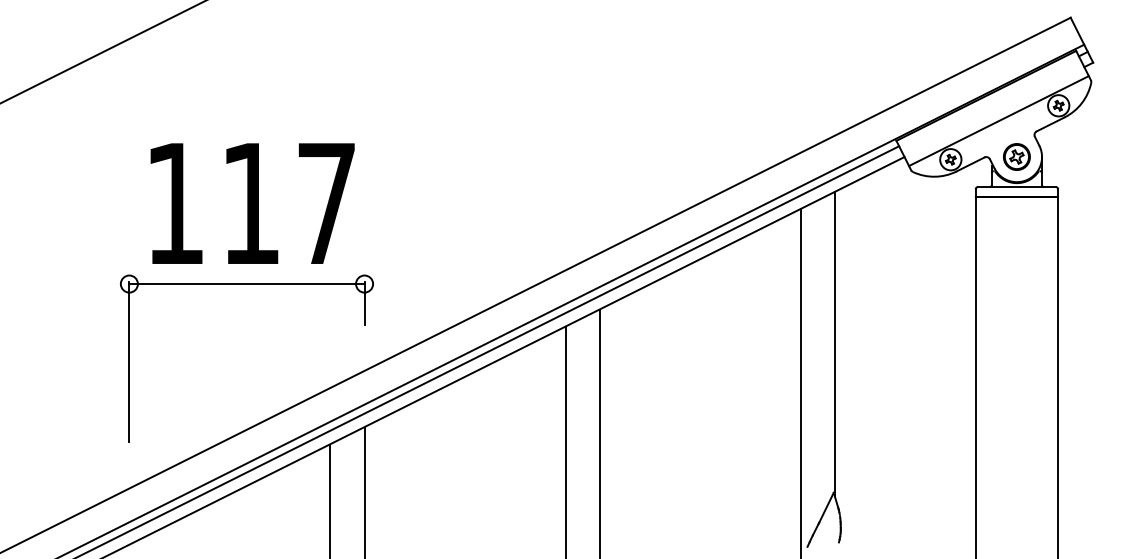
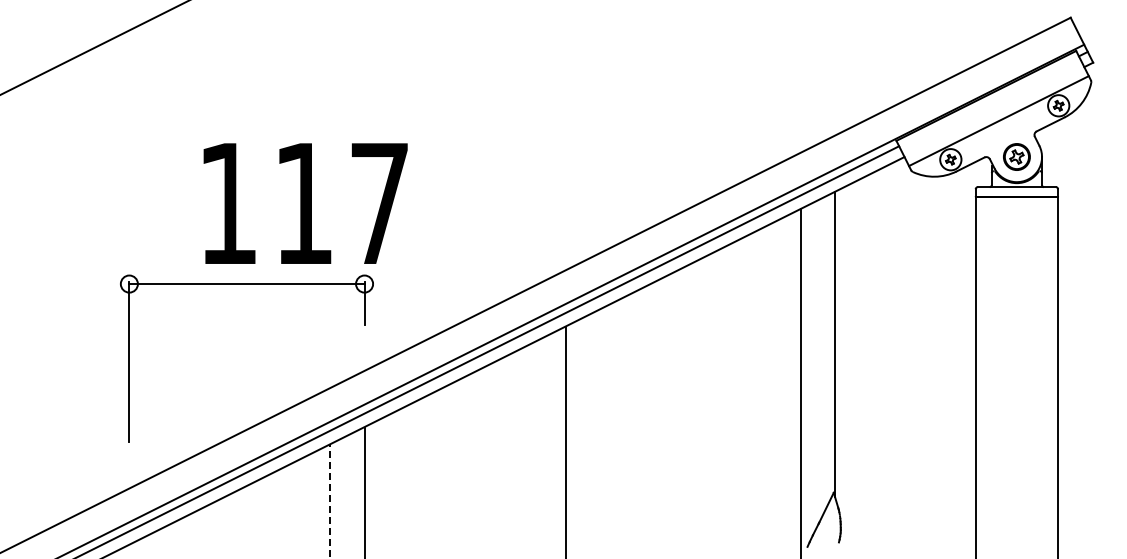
line at (102, 52) position: (102, 52) -> (93, 48)
text at (252, 203) position: (252, 203) -> (305, 203)
line at (599, 432): present -> none
line at (330, 501): solid -> dashed
